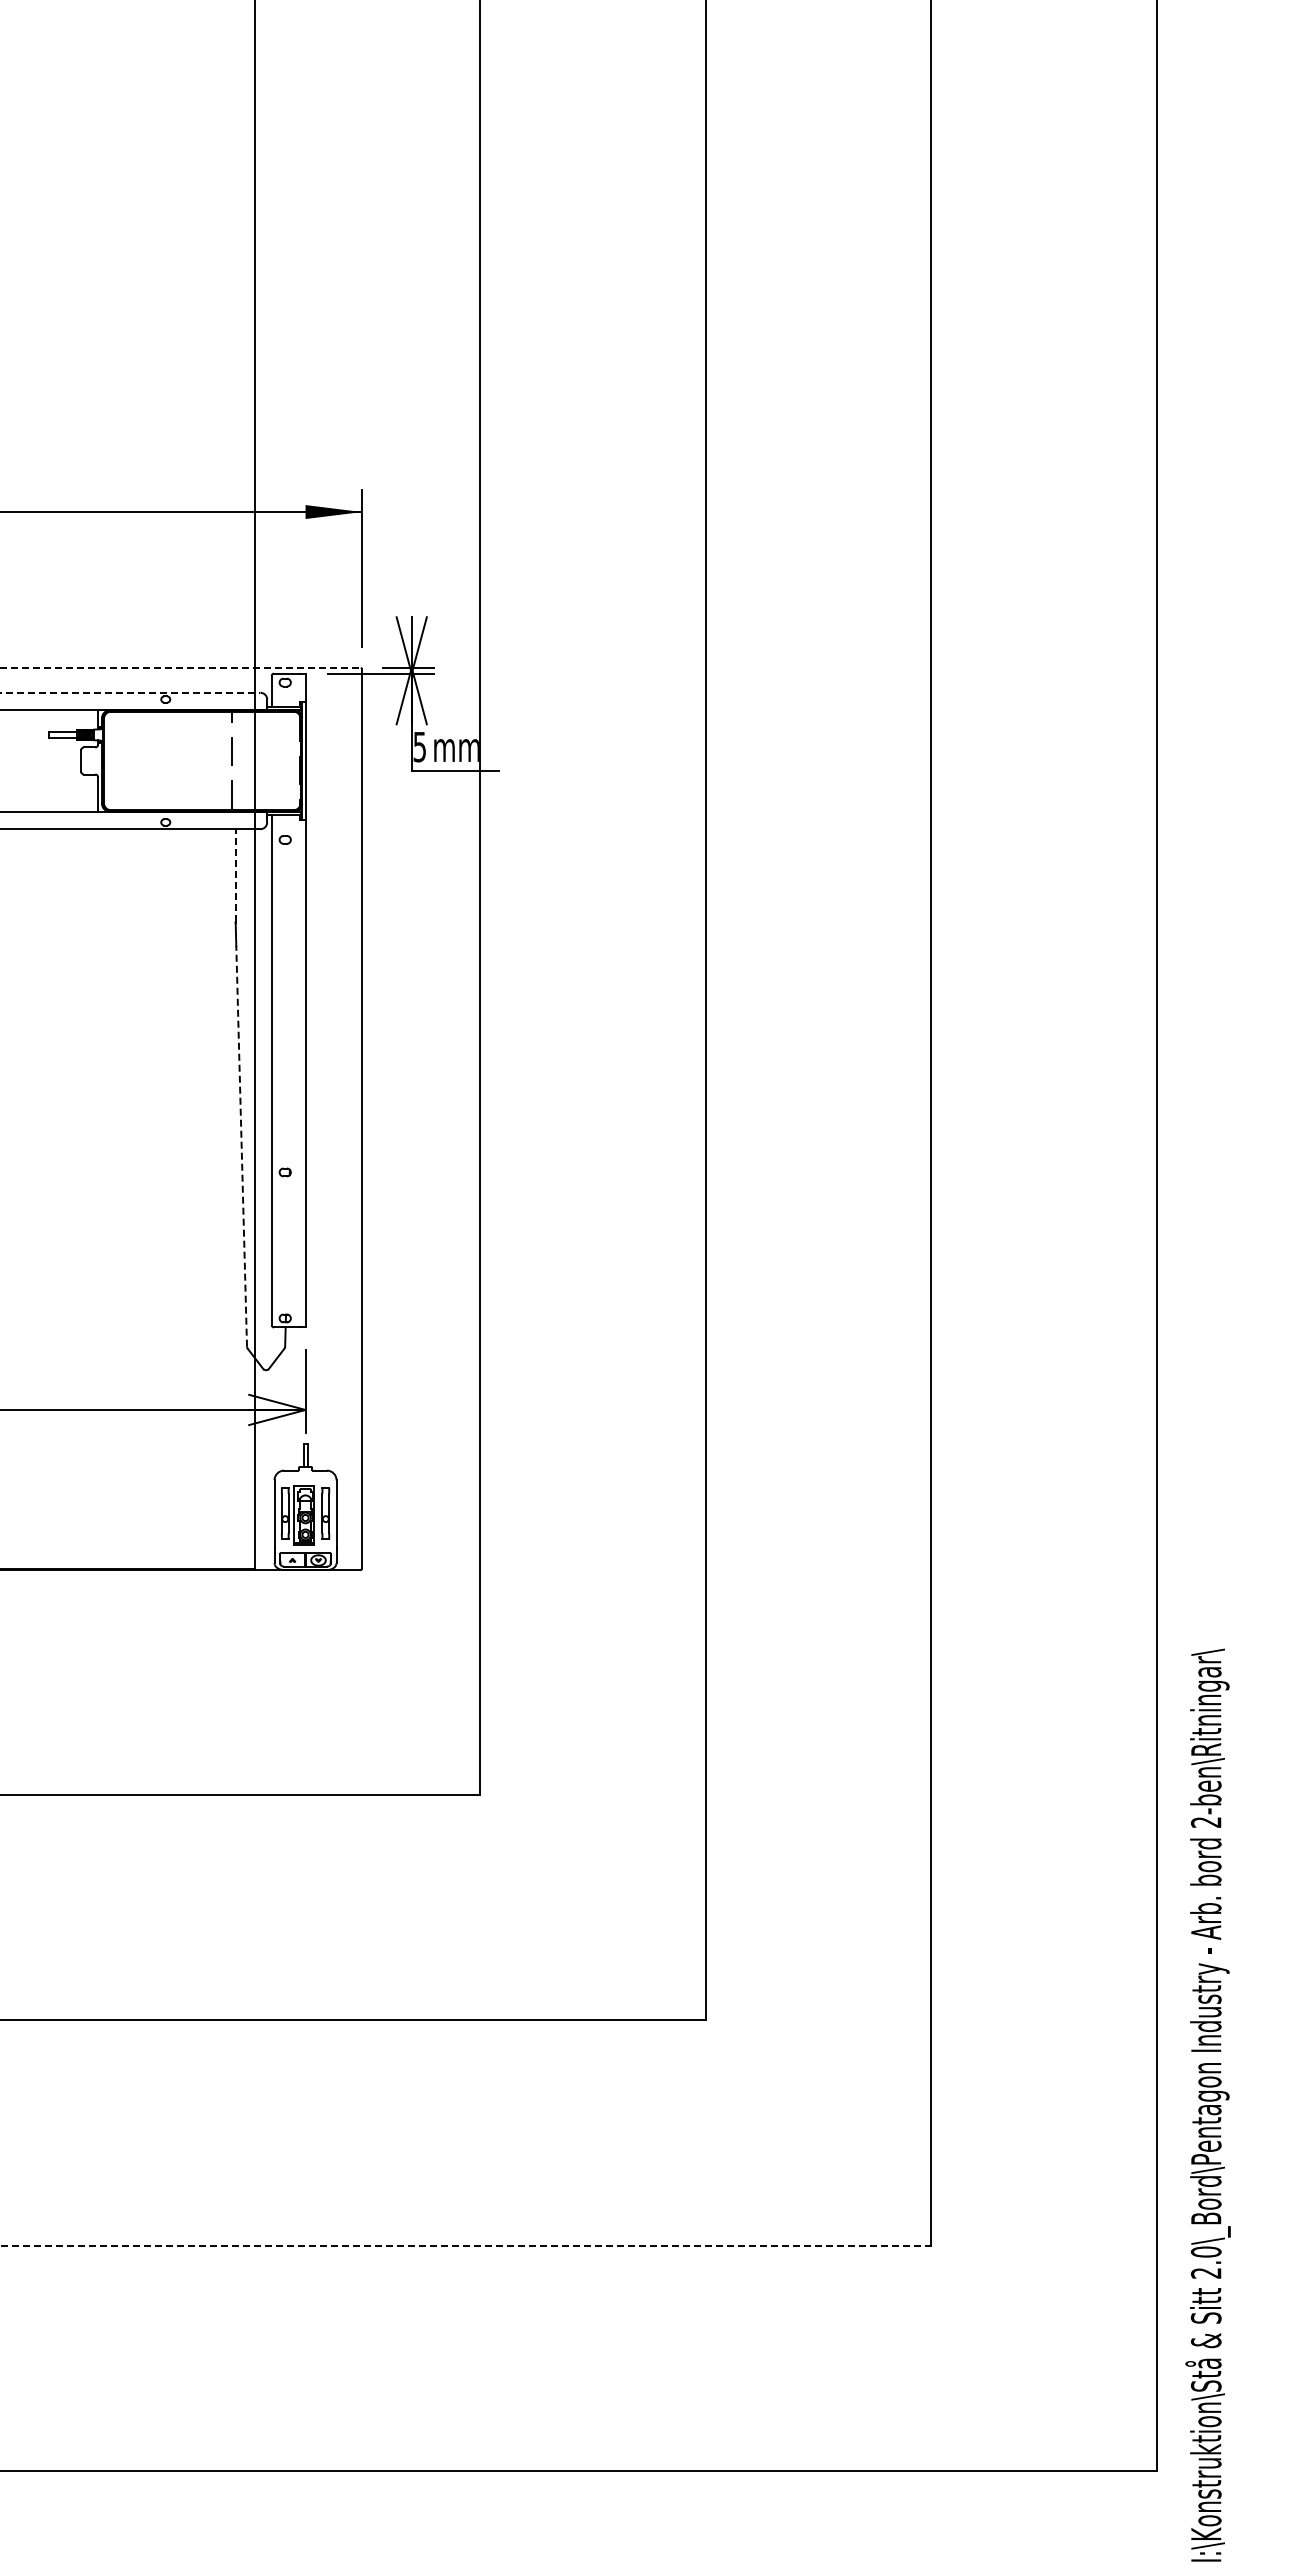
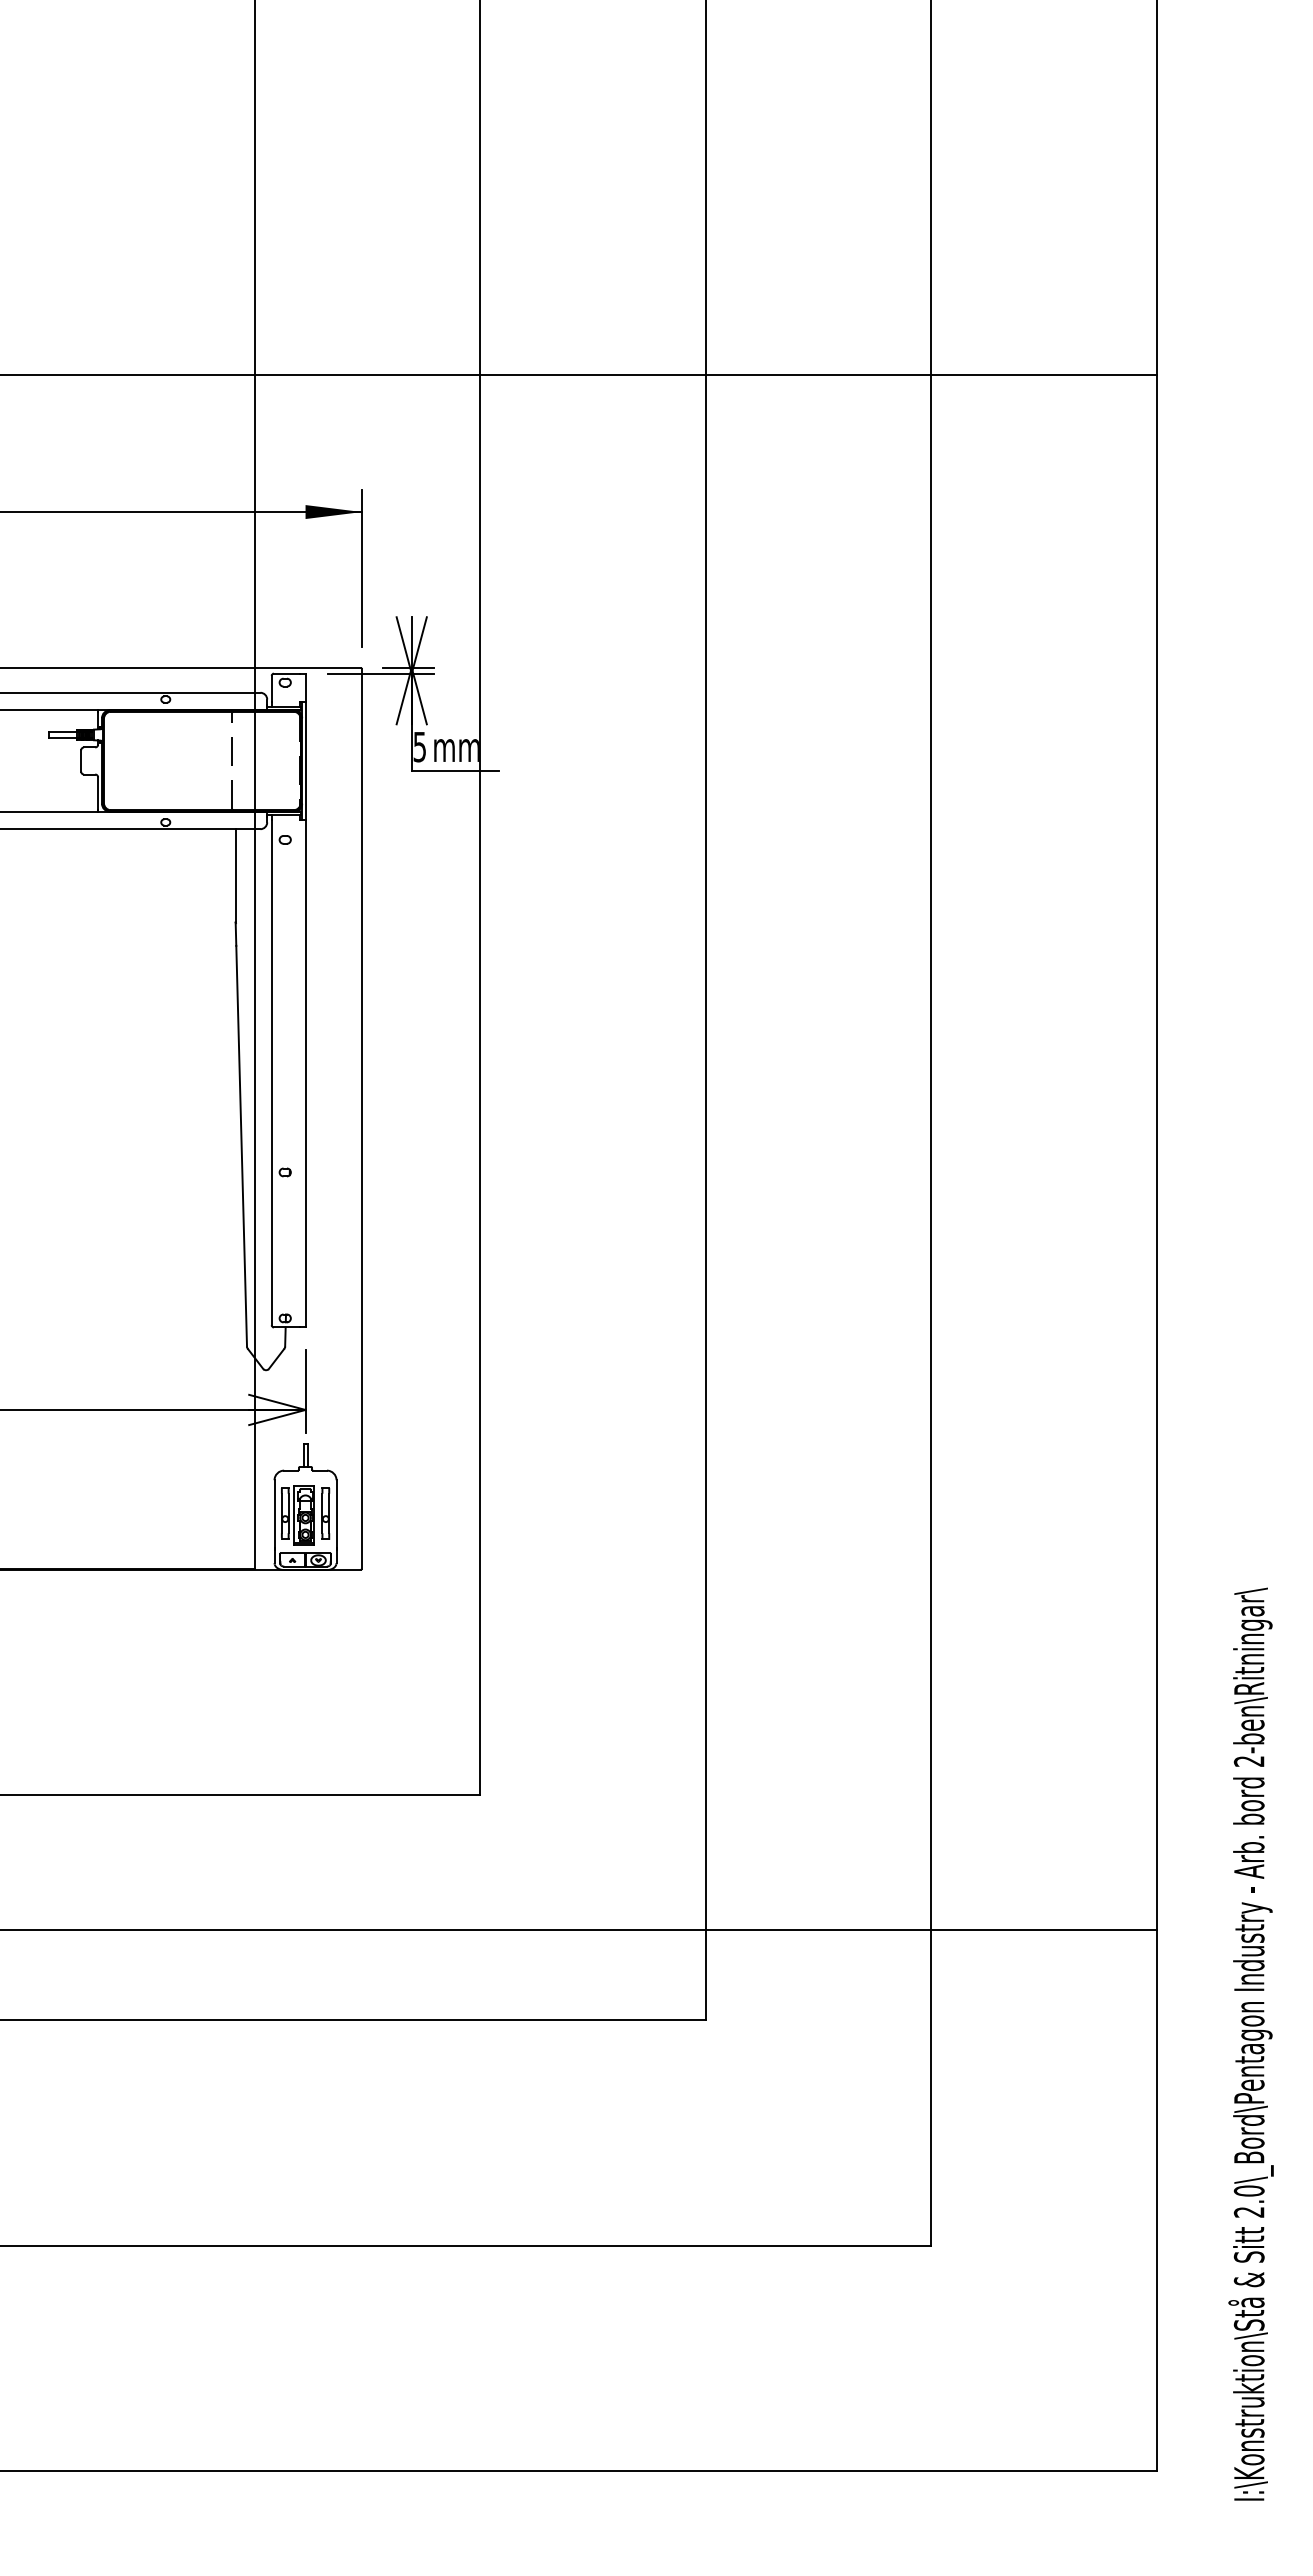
line at (579, 374): none -> present
line at (180, 667): dashed -> solid
line at (130, 692): dashed -> solid
line at (235, 875): dashed -> solid
line at (241, 1145): dashed -> solid
line at (579, 1930): none -> present
text at (1207, 2104) position: (1207, 2104) -> (1250, 2043)
line at (466, 2245): dashed -> solid
